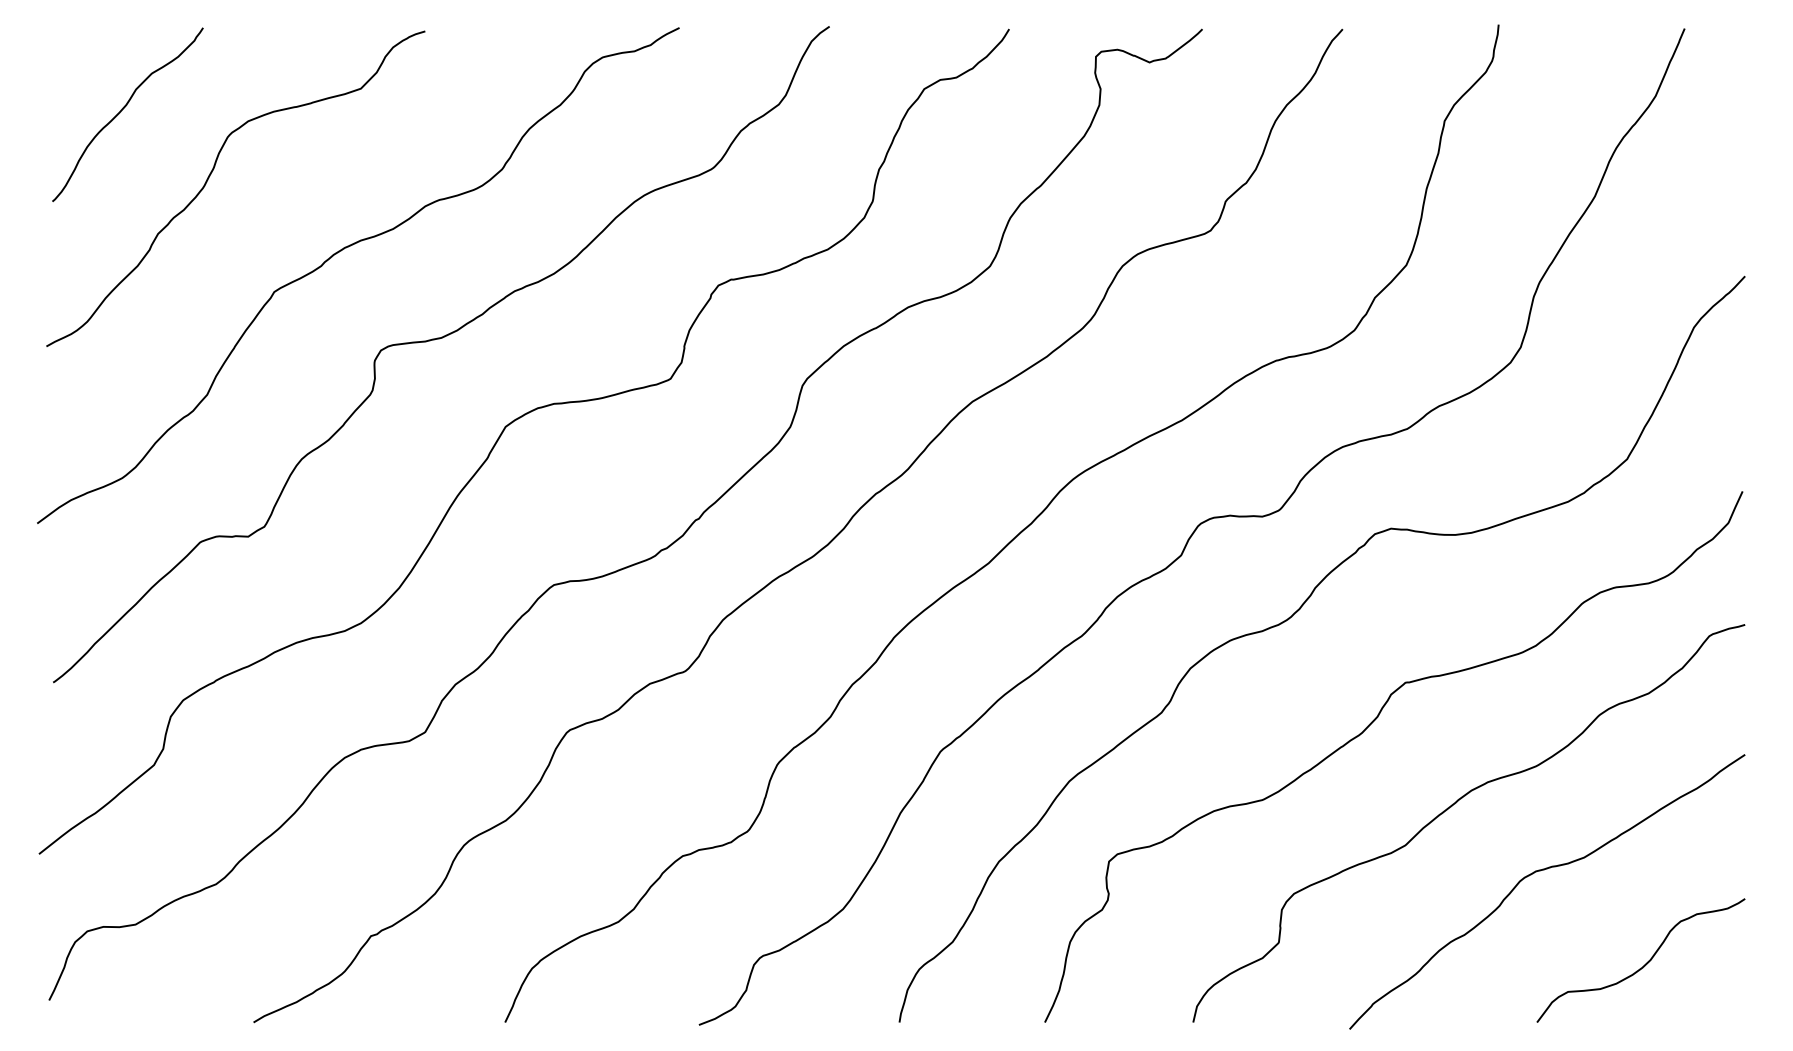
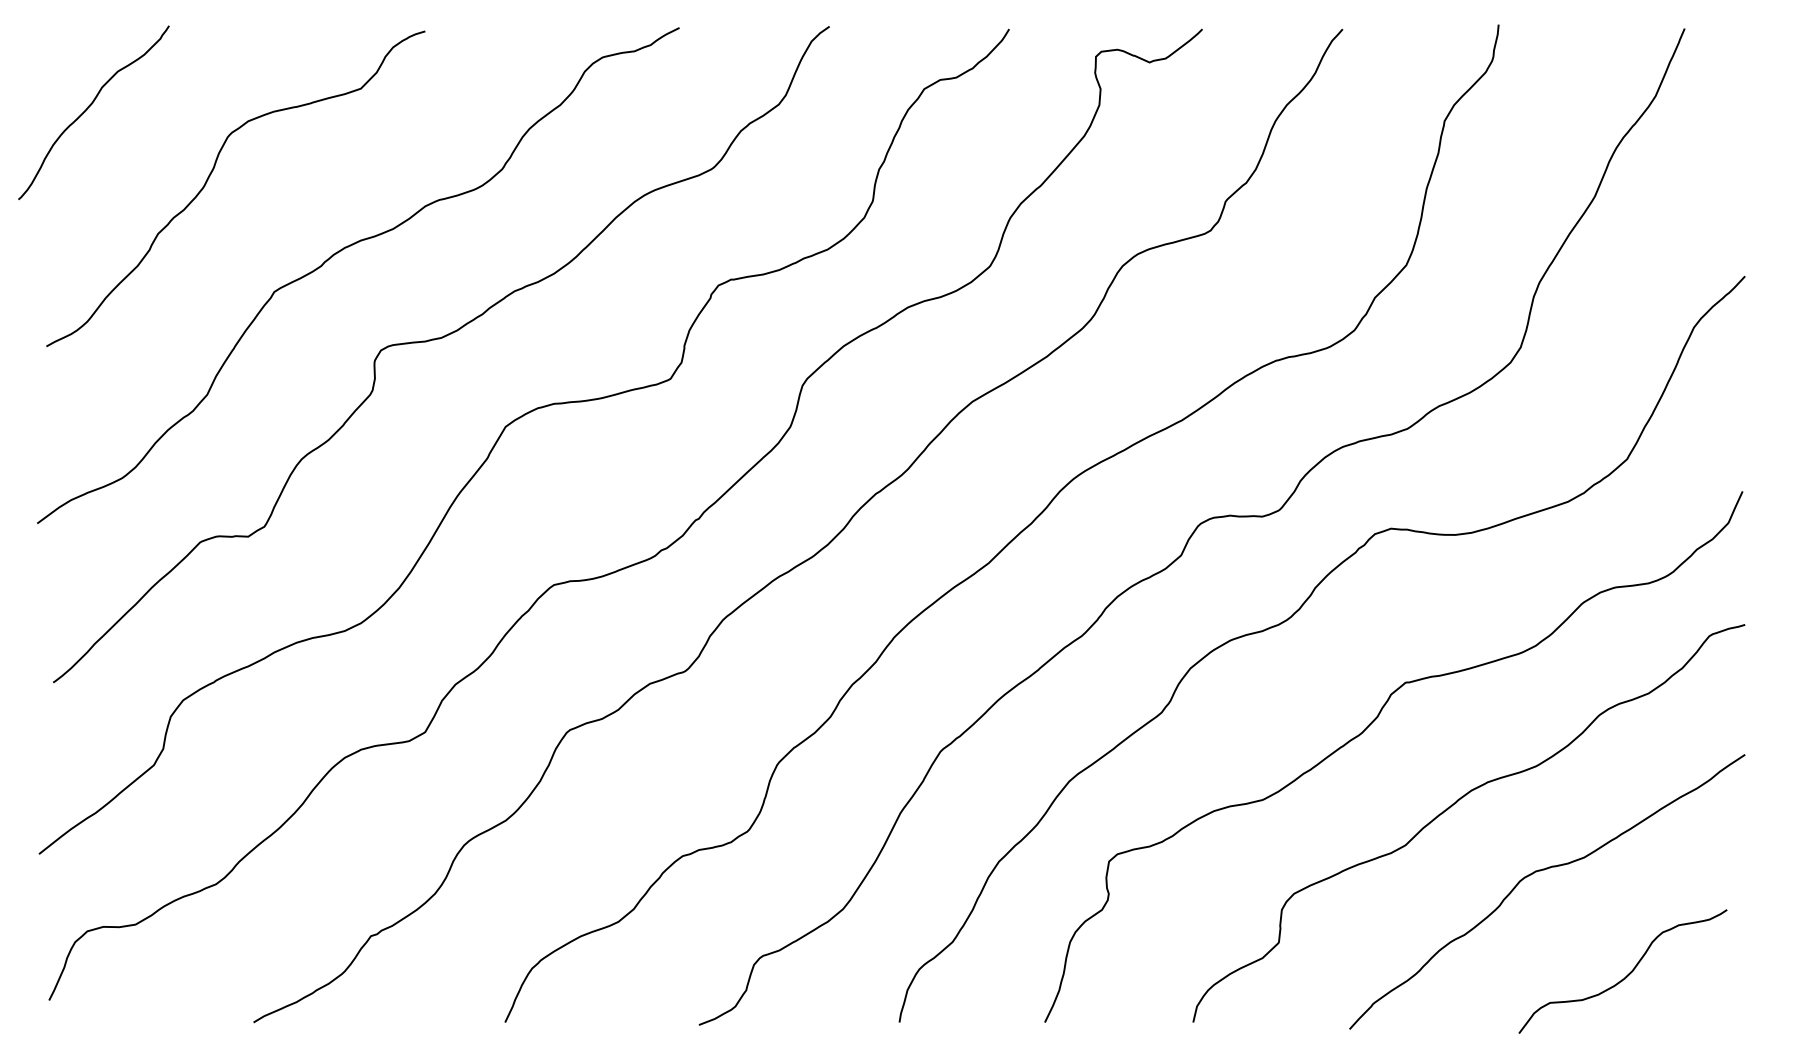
curve at (123, 109) position: (123, 109) -> (89, 107)
curve at (1644, 964) position: (1644, 964) -> (1626, 975)
